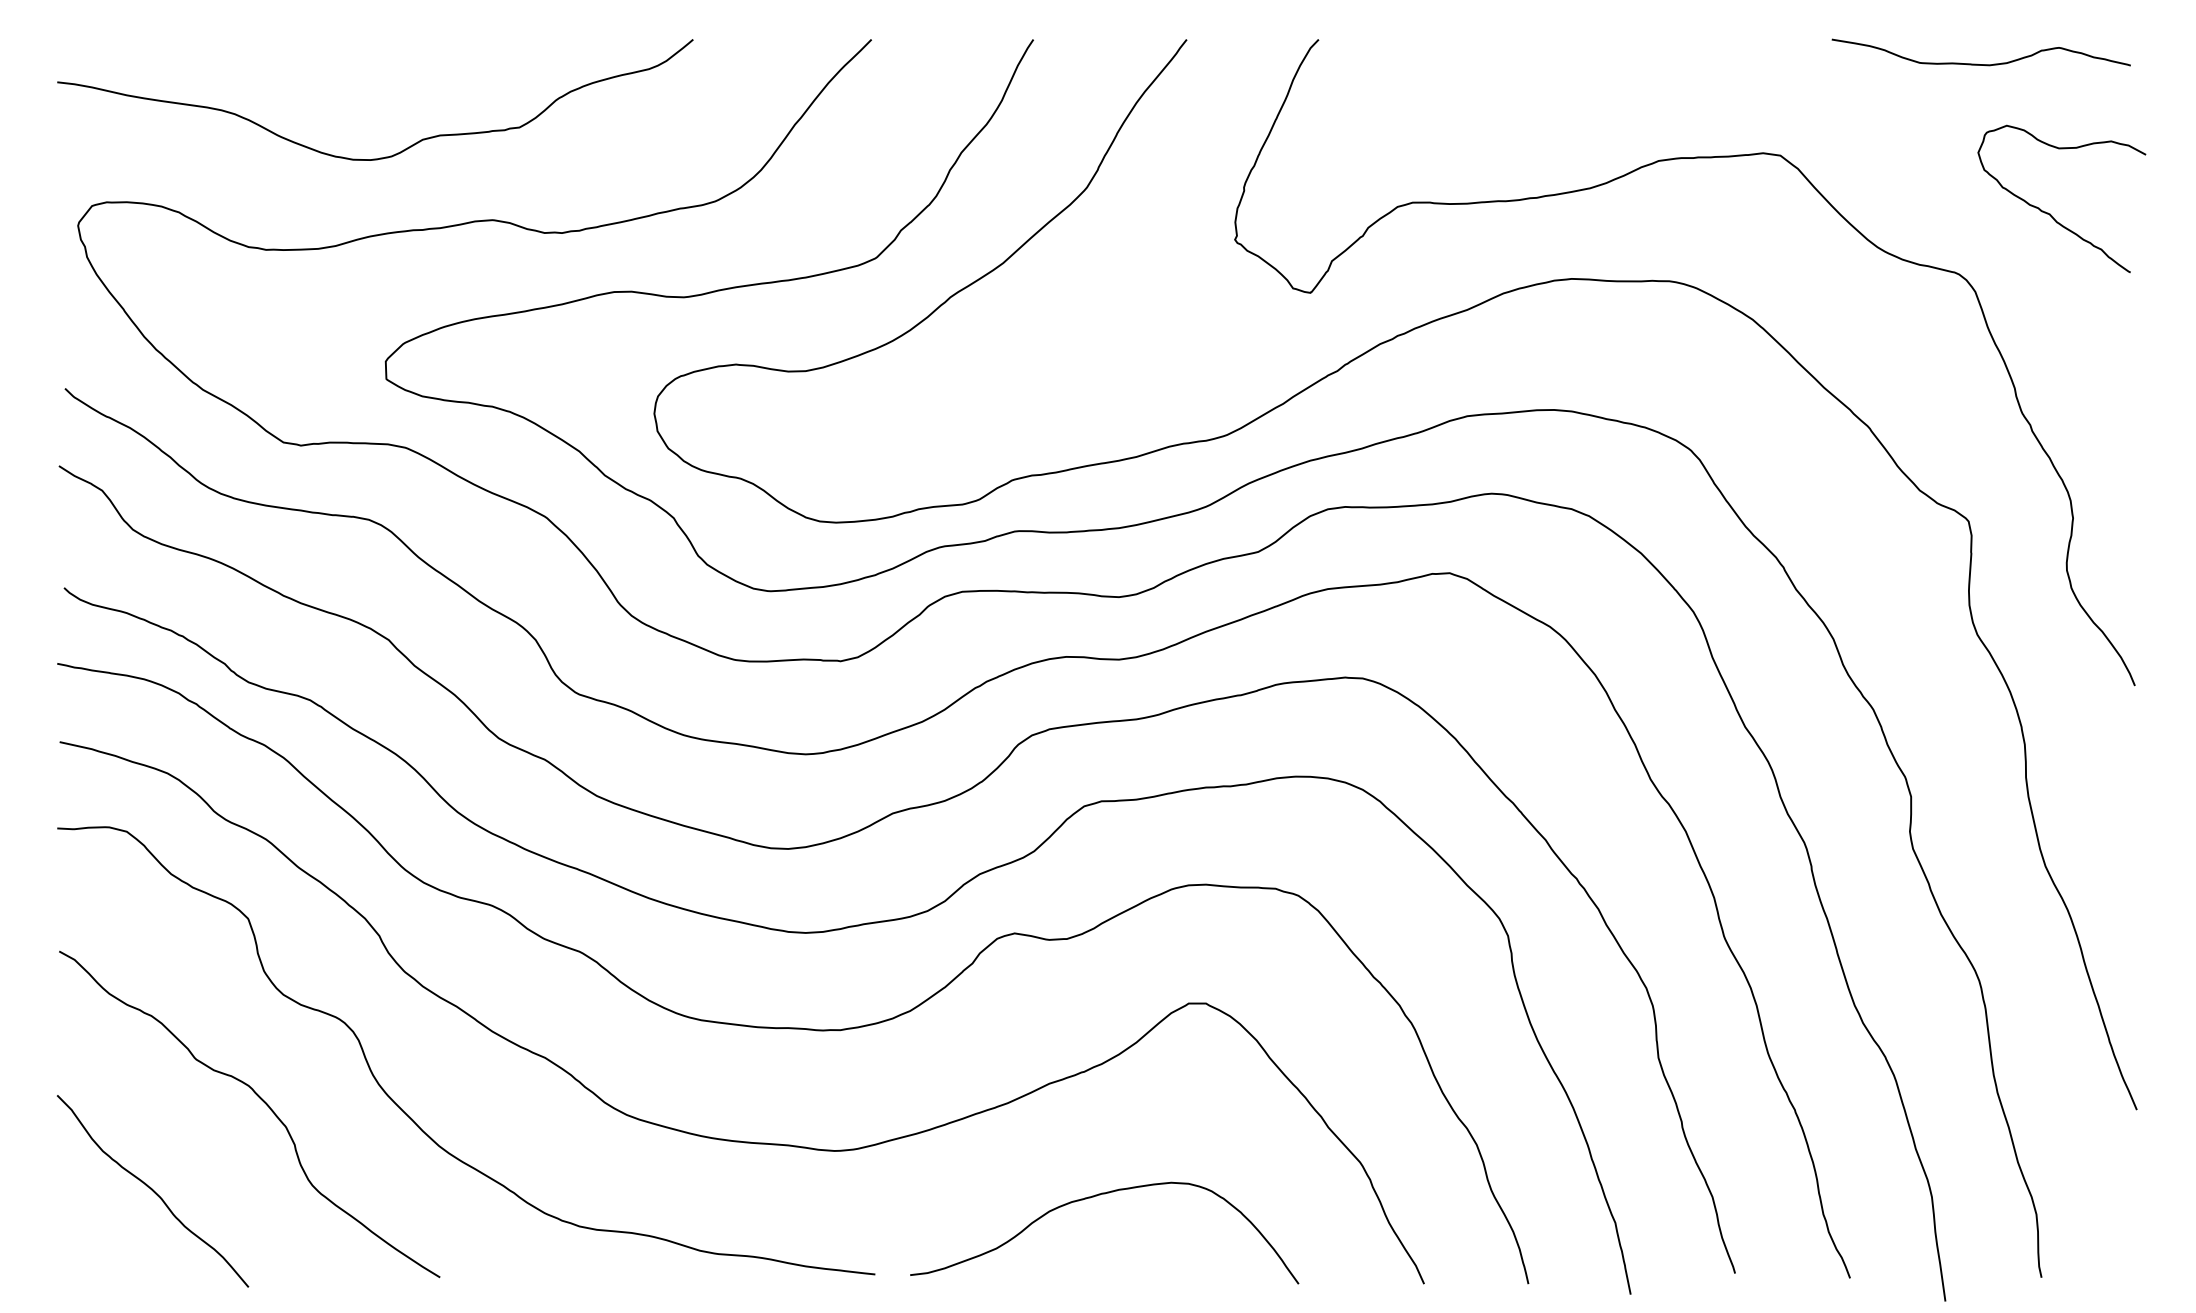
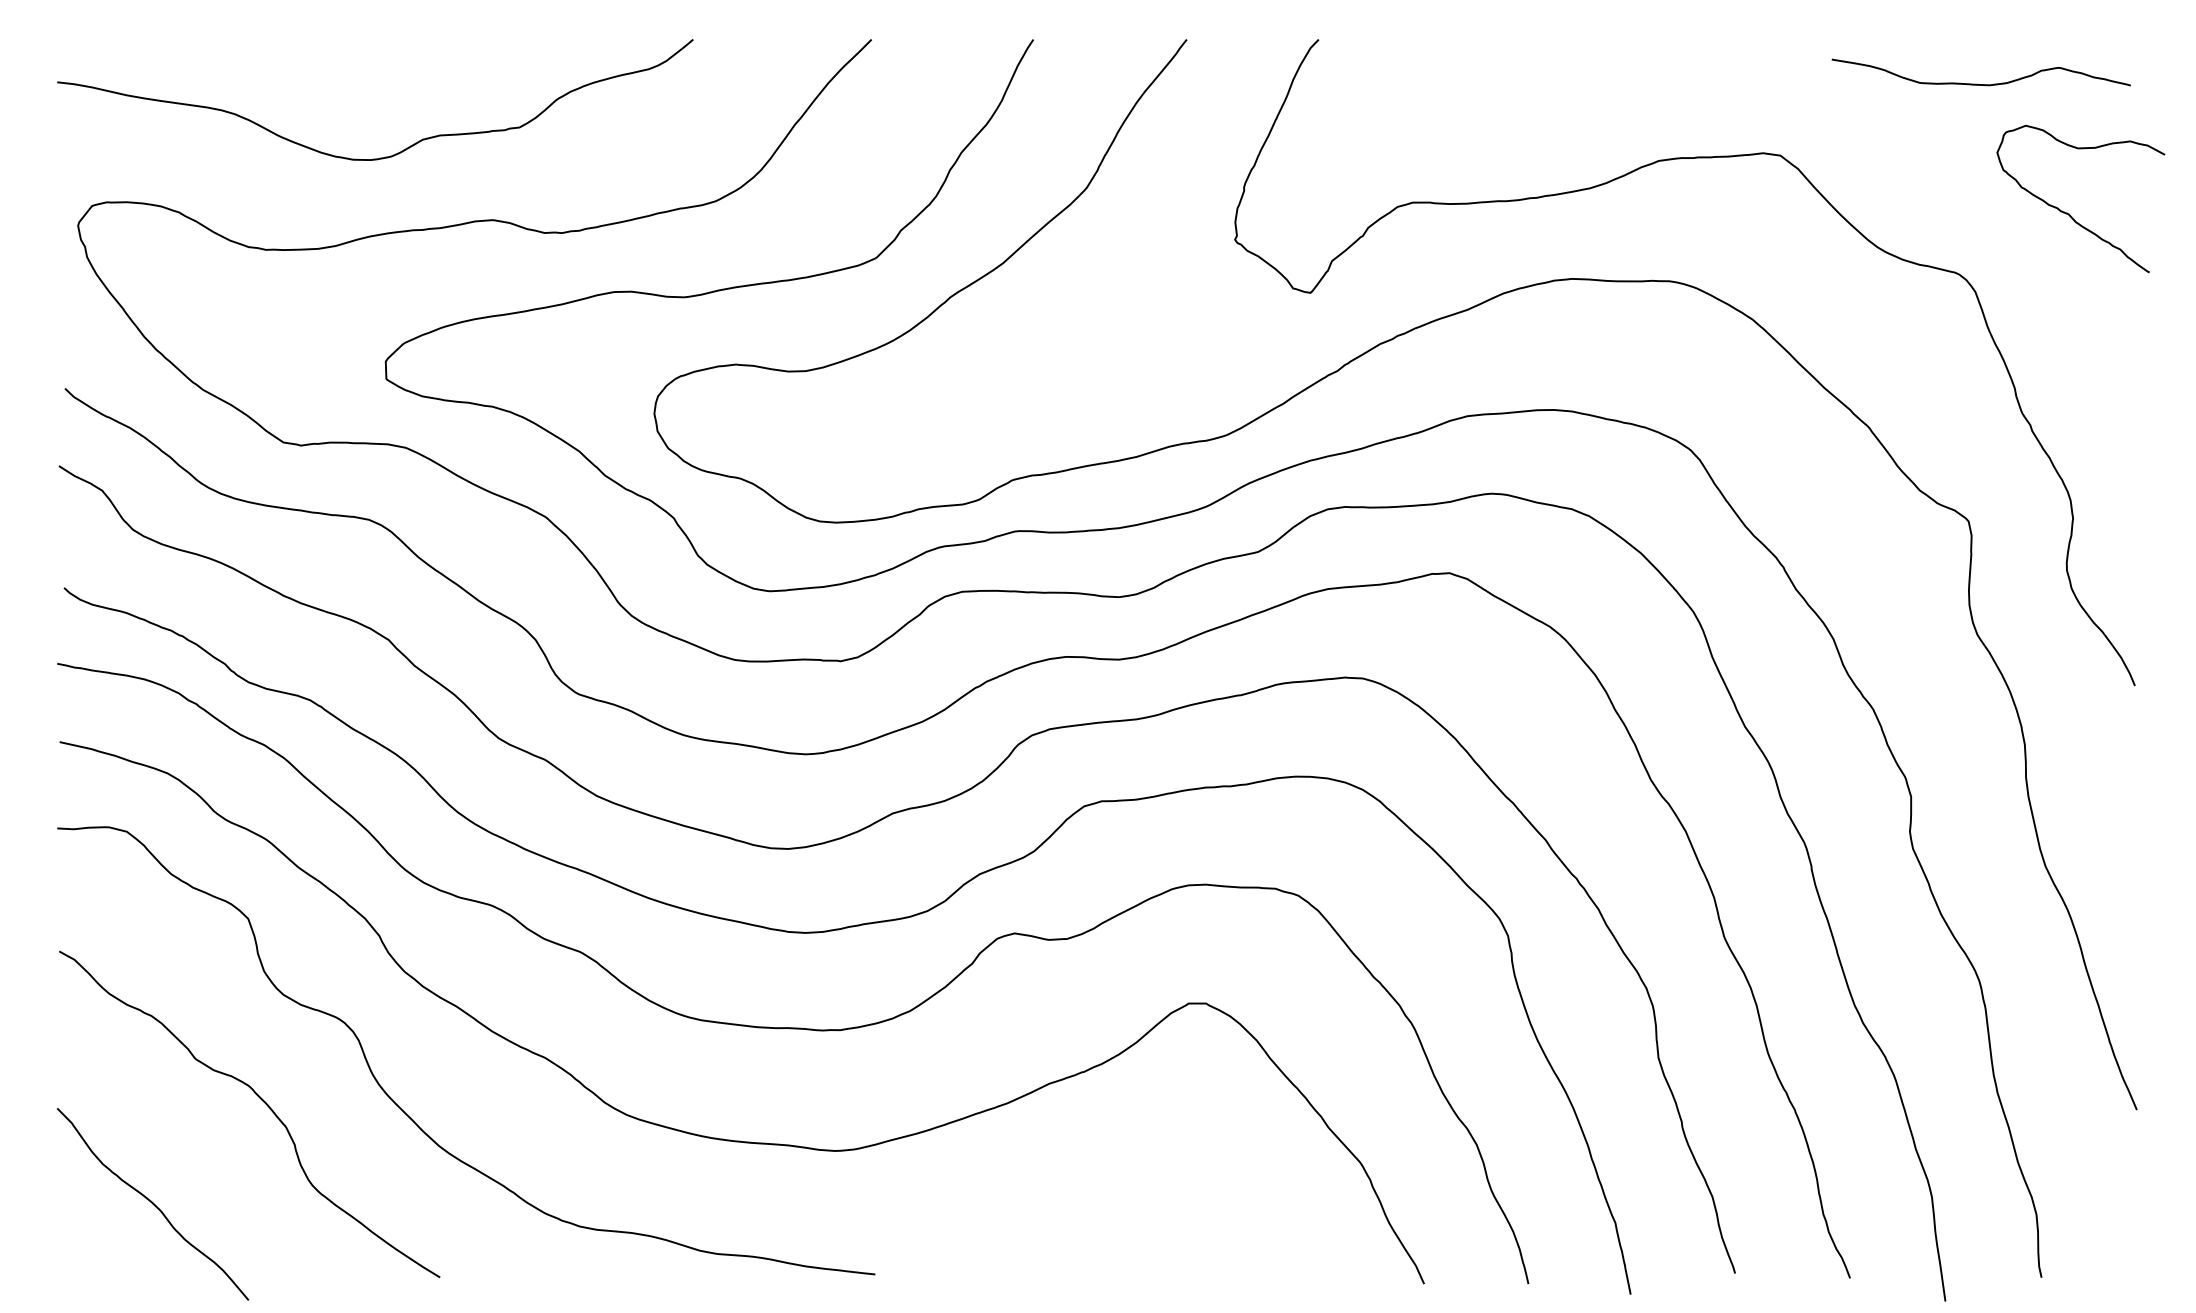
curve at (1977, 63) position: (1977, 63) -> (1977, 83)
curve at (2050, 213) position: (2050, 213) -> (2069, 213)
curve at (153, 1191) position: (153, 1191) -> (153, 1204)
curve at (1097, 1196): present -> none
